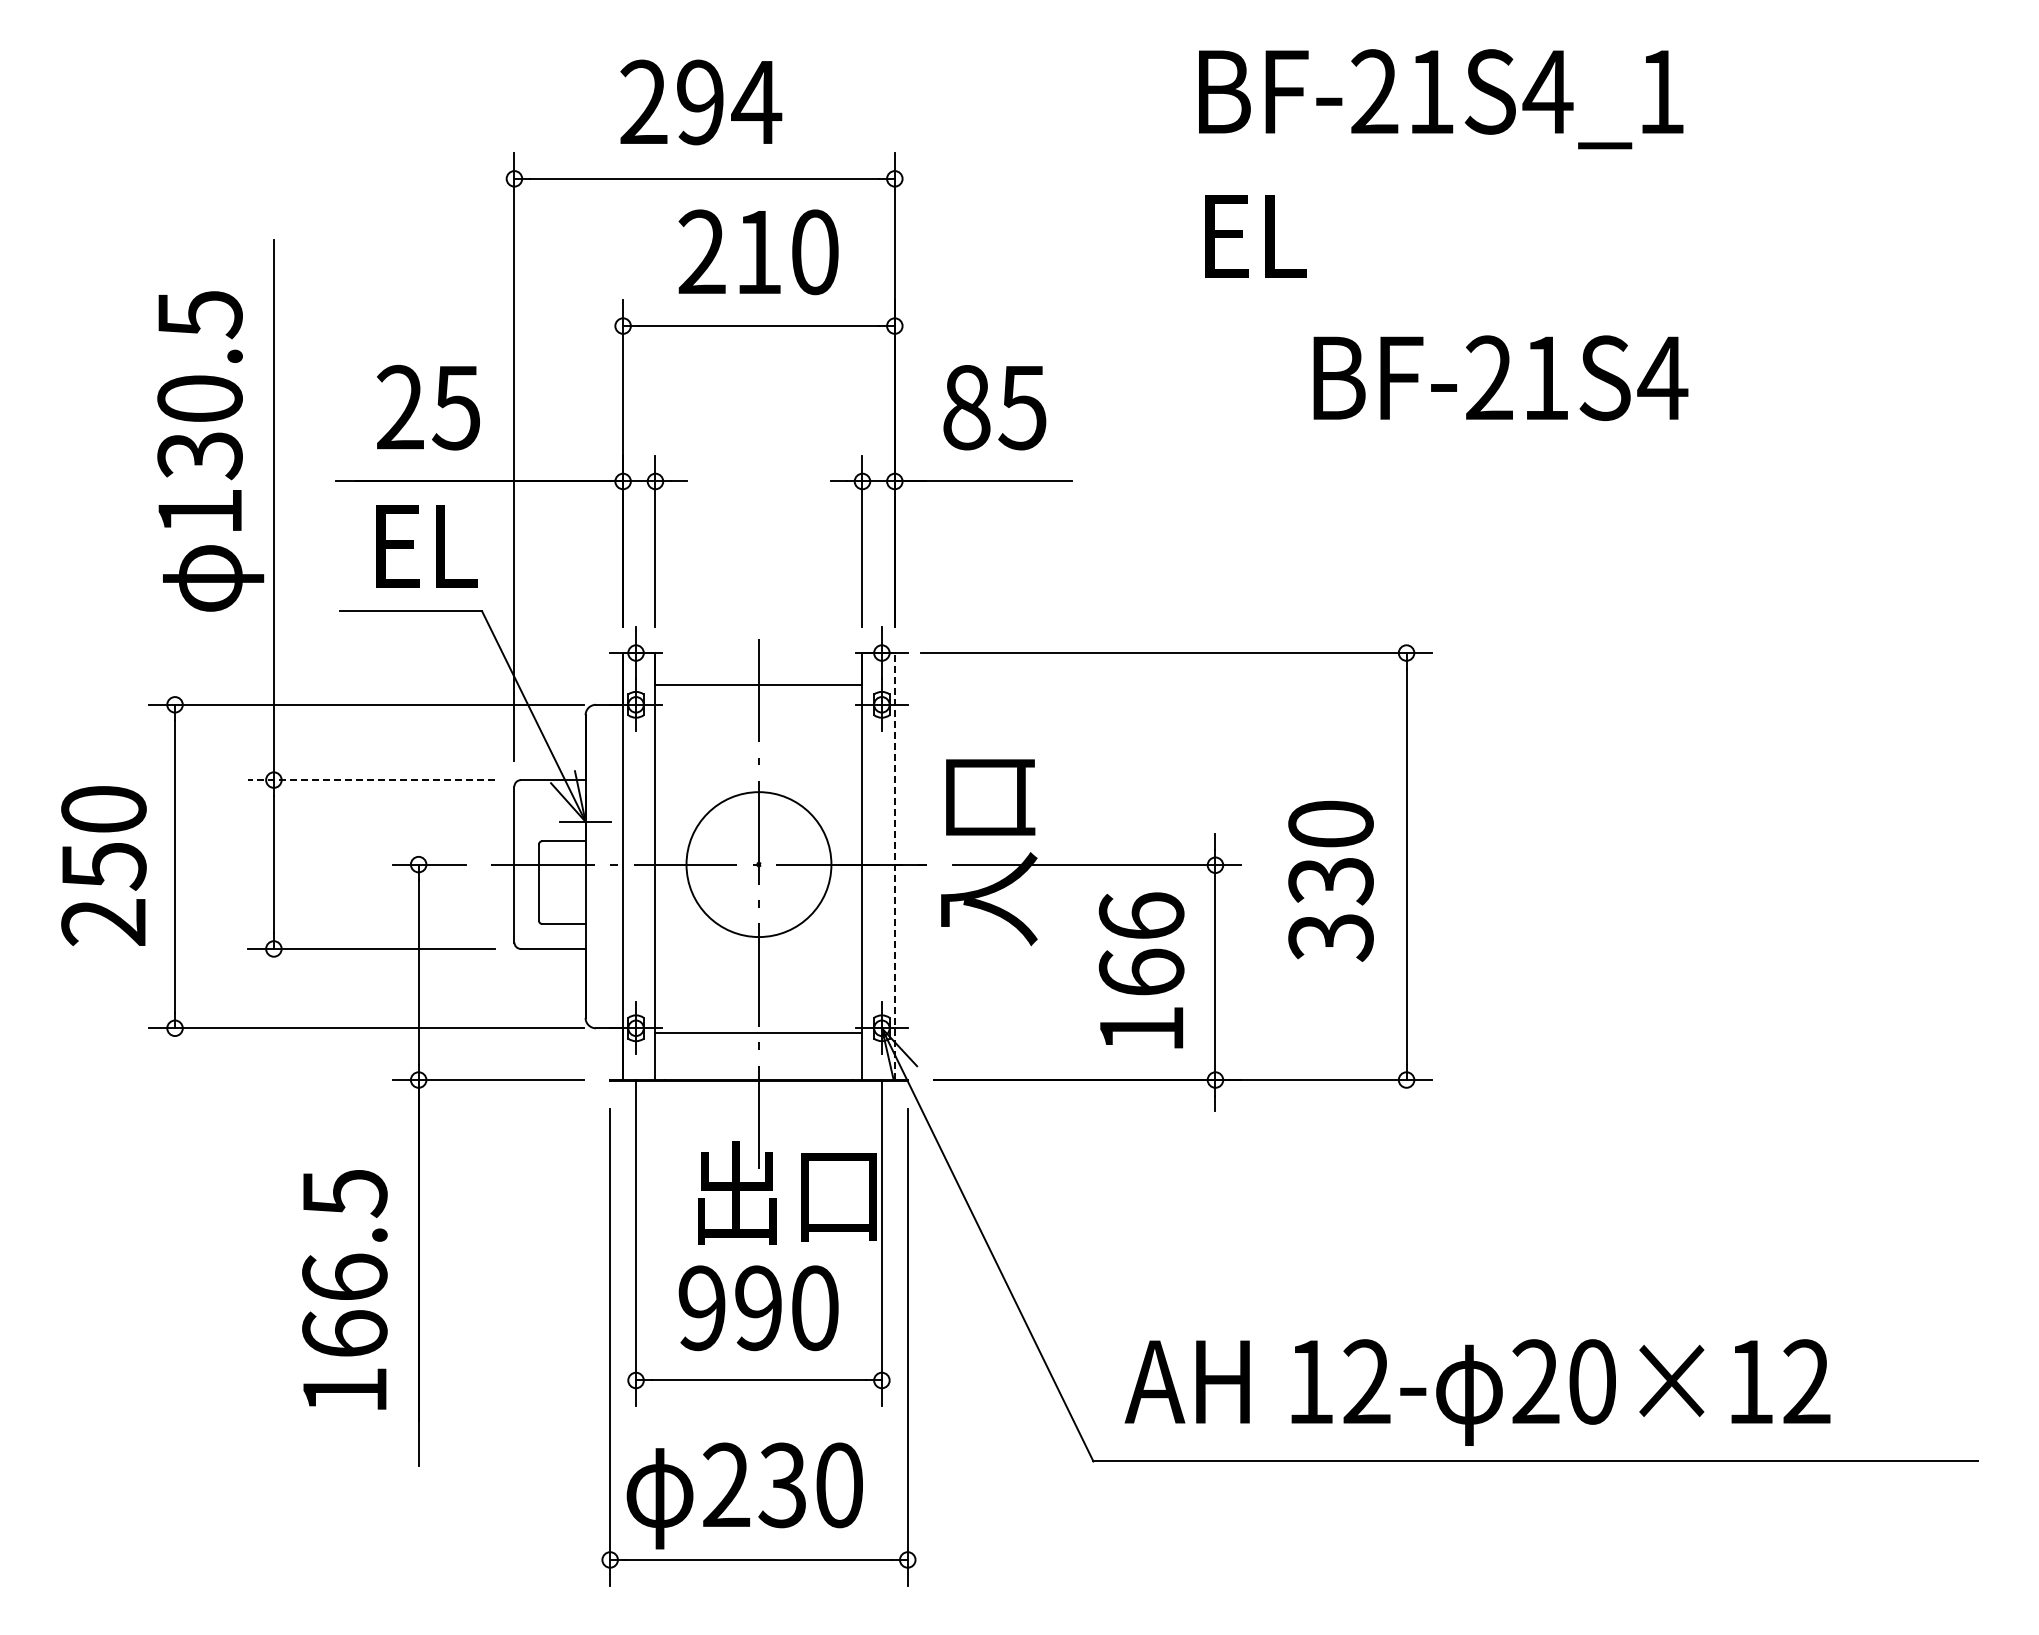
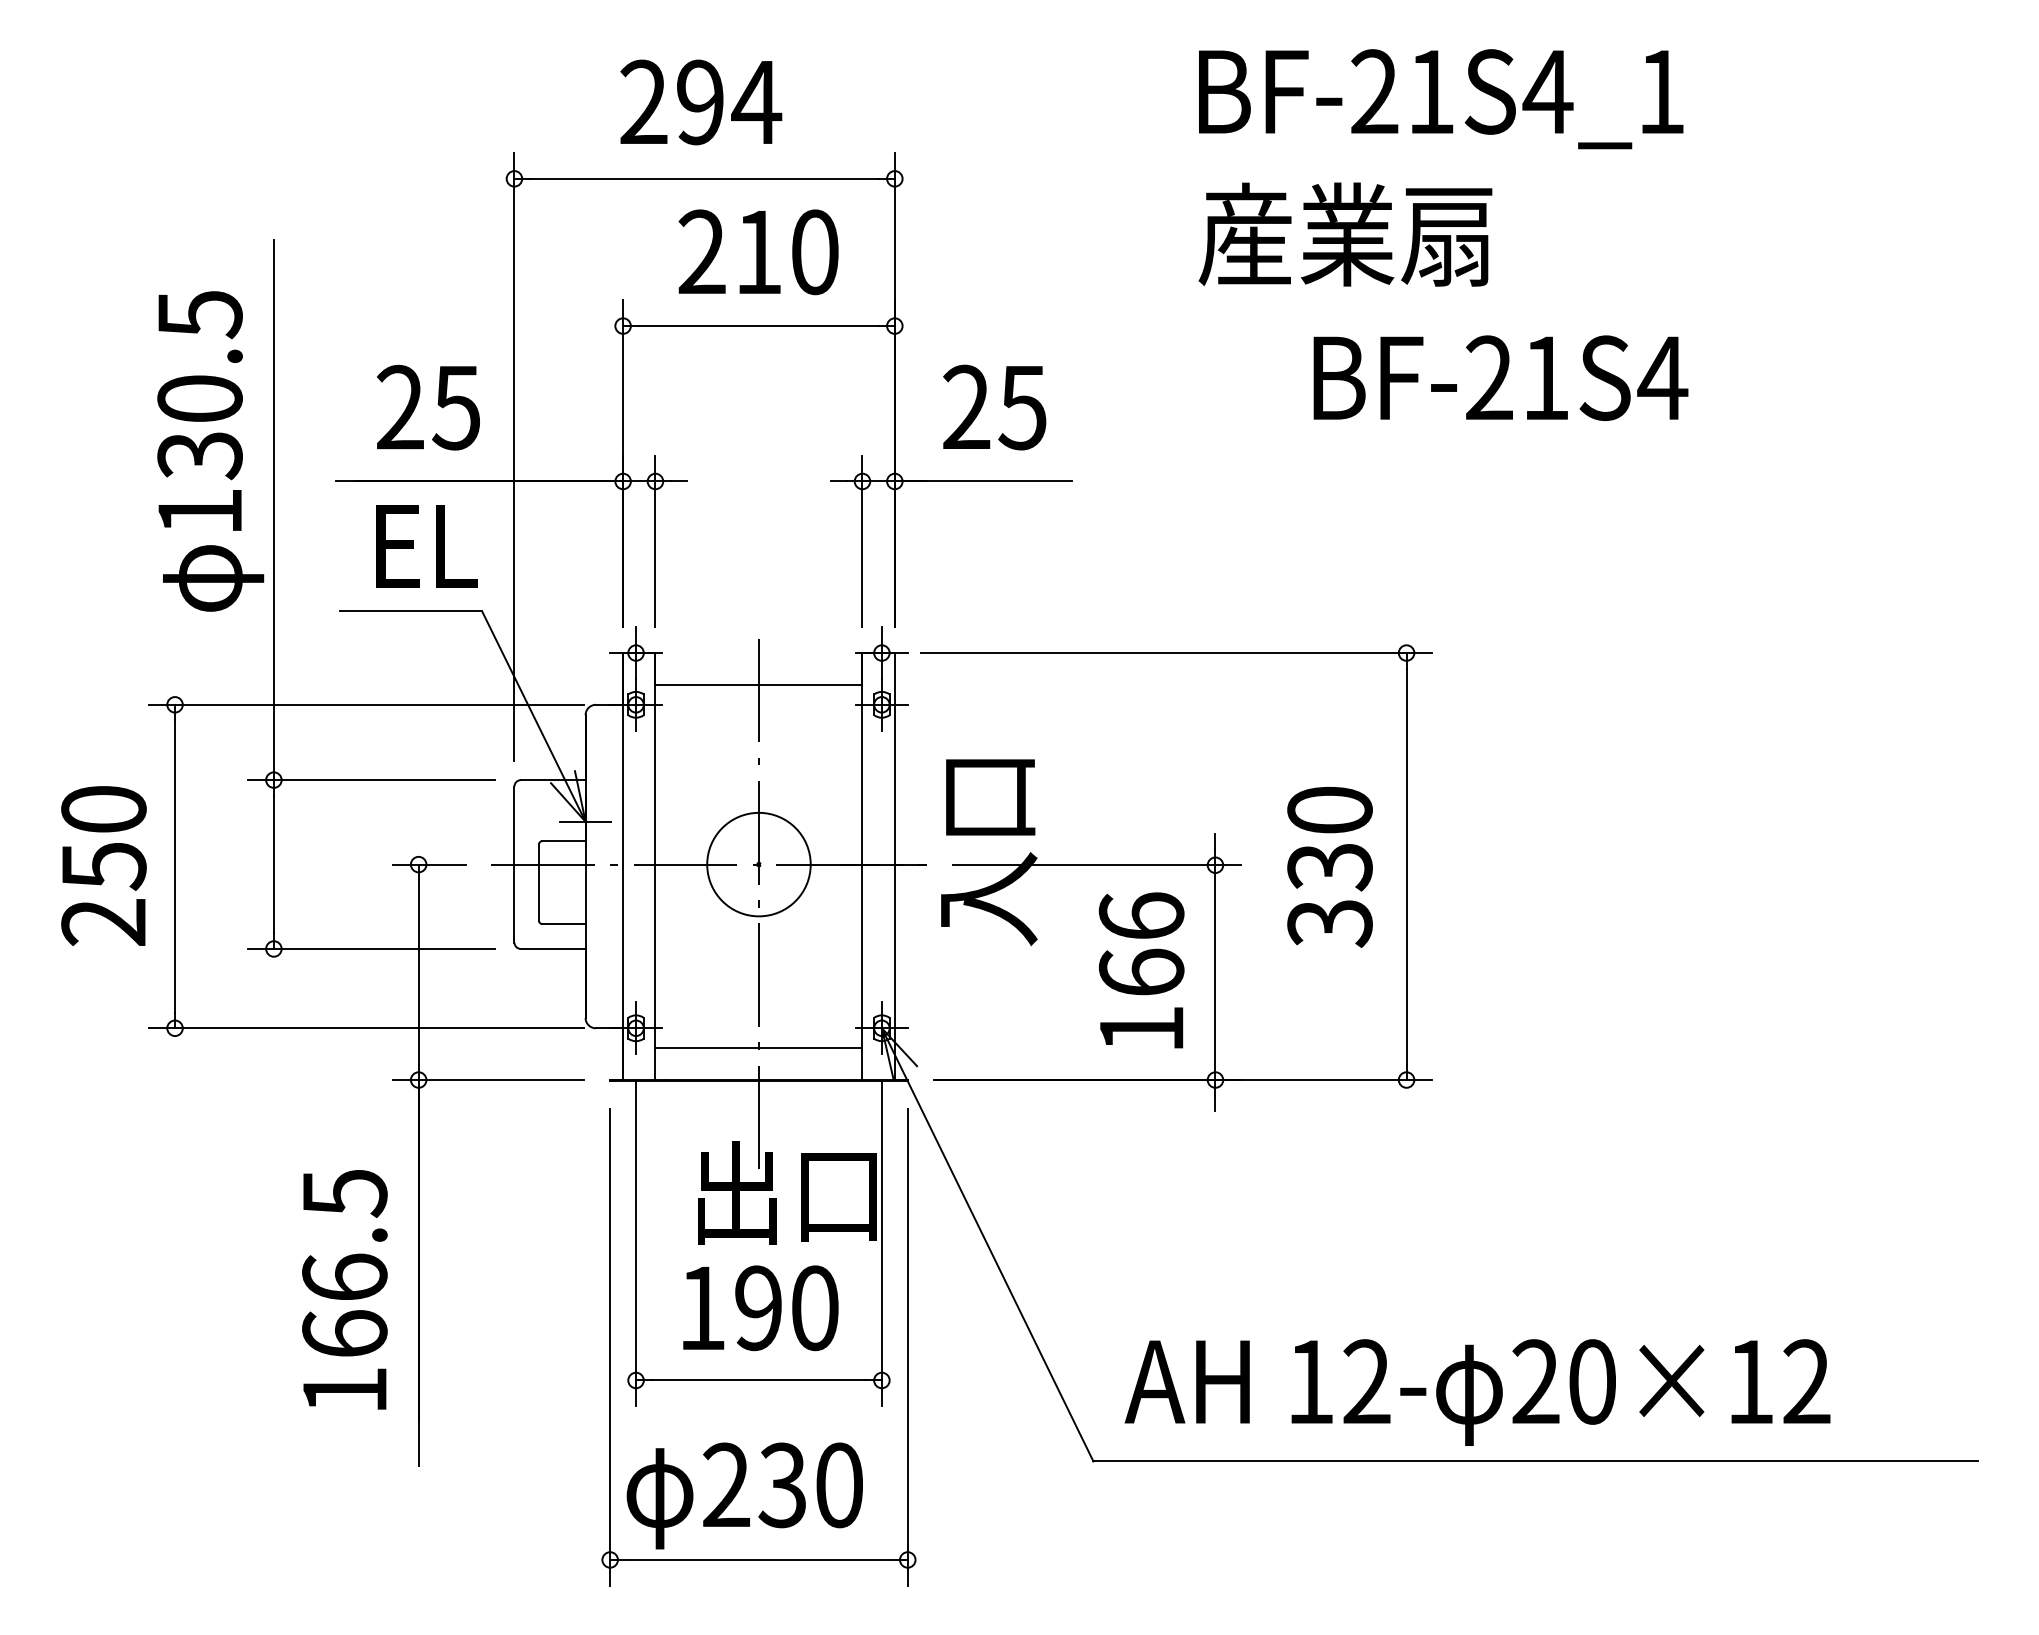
text at (1345, 234): EL -> 産業扇
text at (966, 407): 85 -> 25
line at (371, 780): dashed -> solid
circle at (758, 864) diameter: 145 px -> 104 px
line at (894, 866): dashed -> solid
text at (1330, 881) position: (1330, 881) -> (1329, 867)
line at (758, 1032) position: (758, 1032) -> (758, 1047)
text at (701, 1308): 990 -> 190
